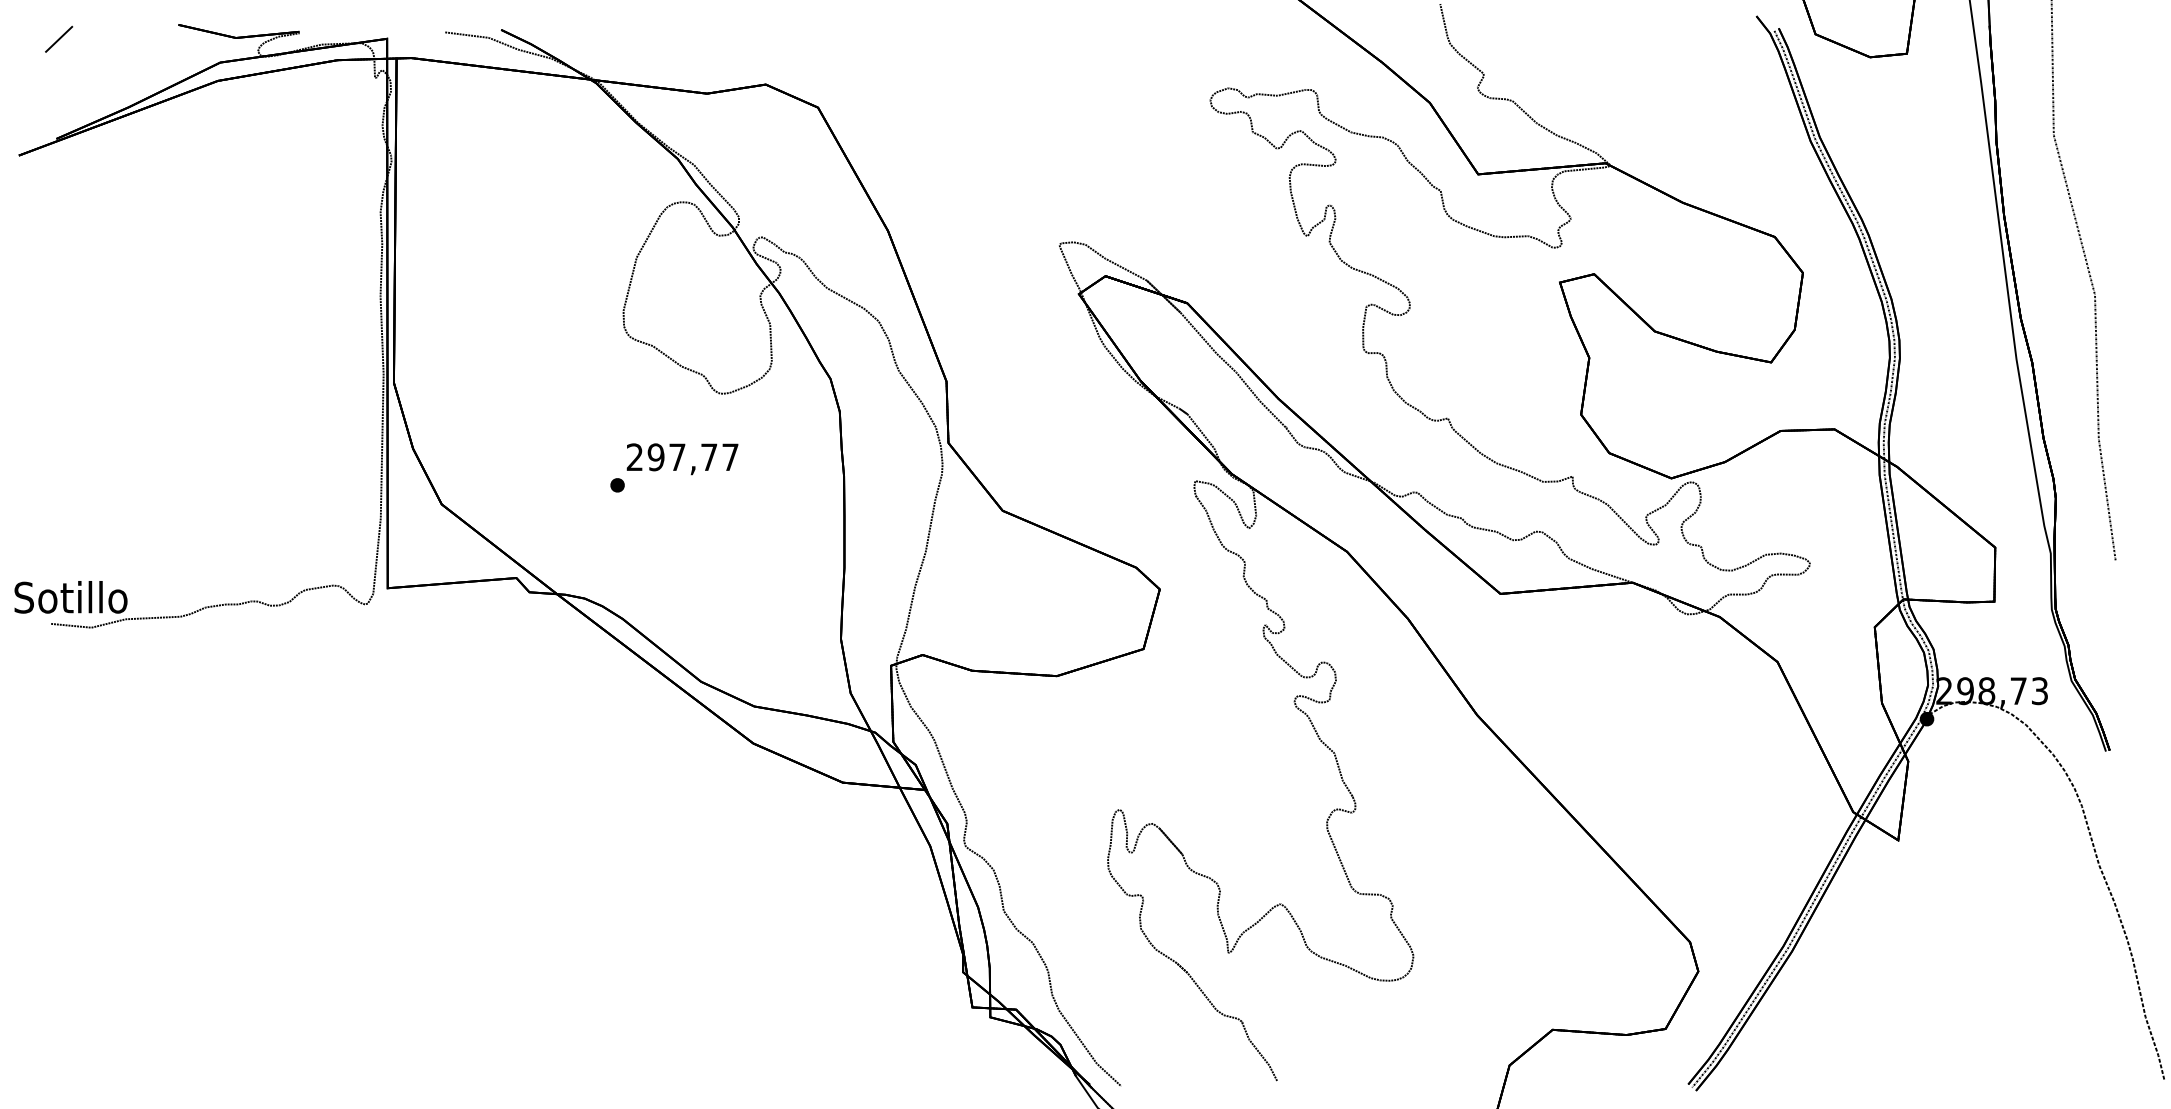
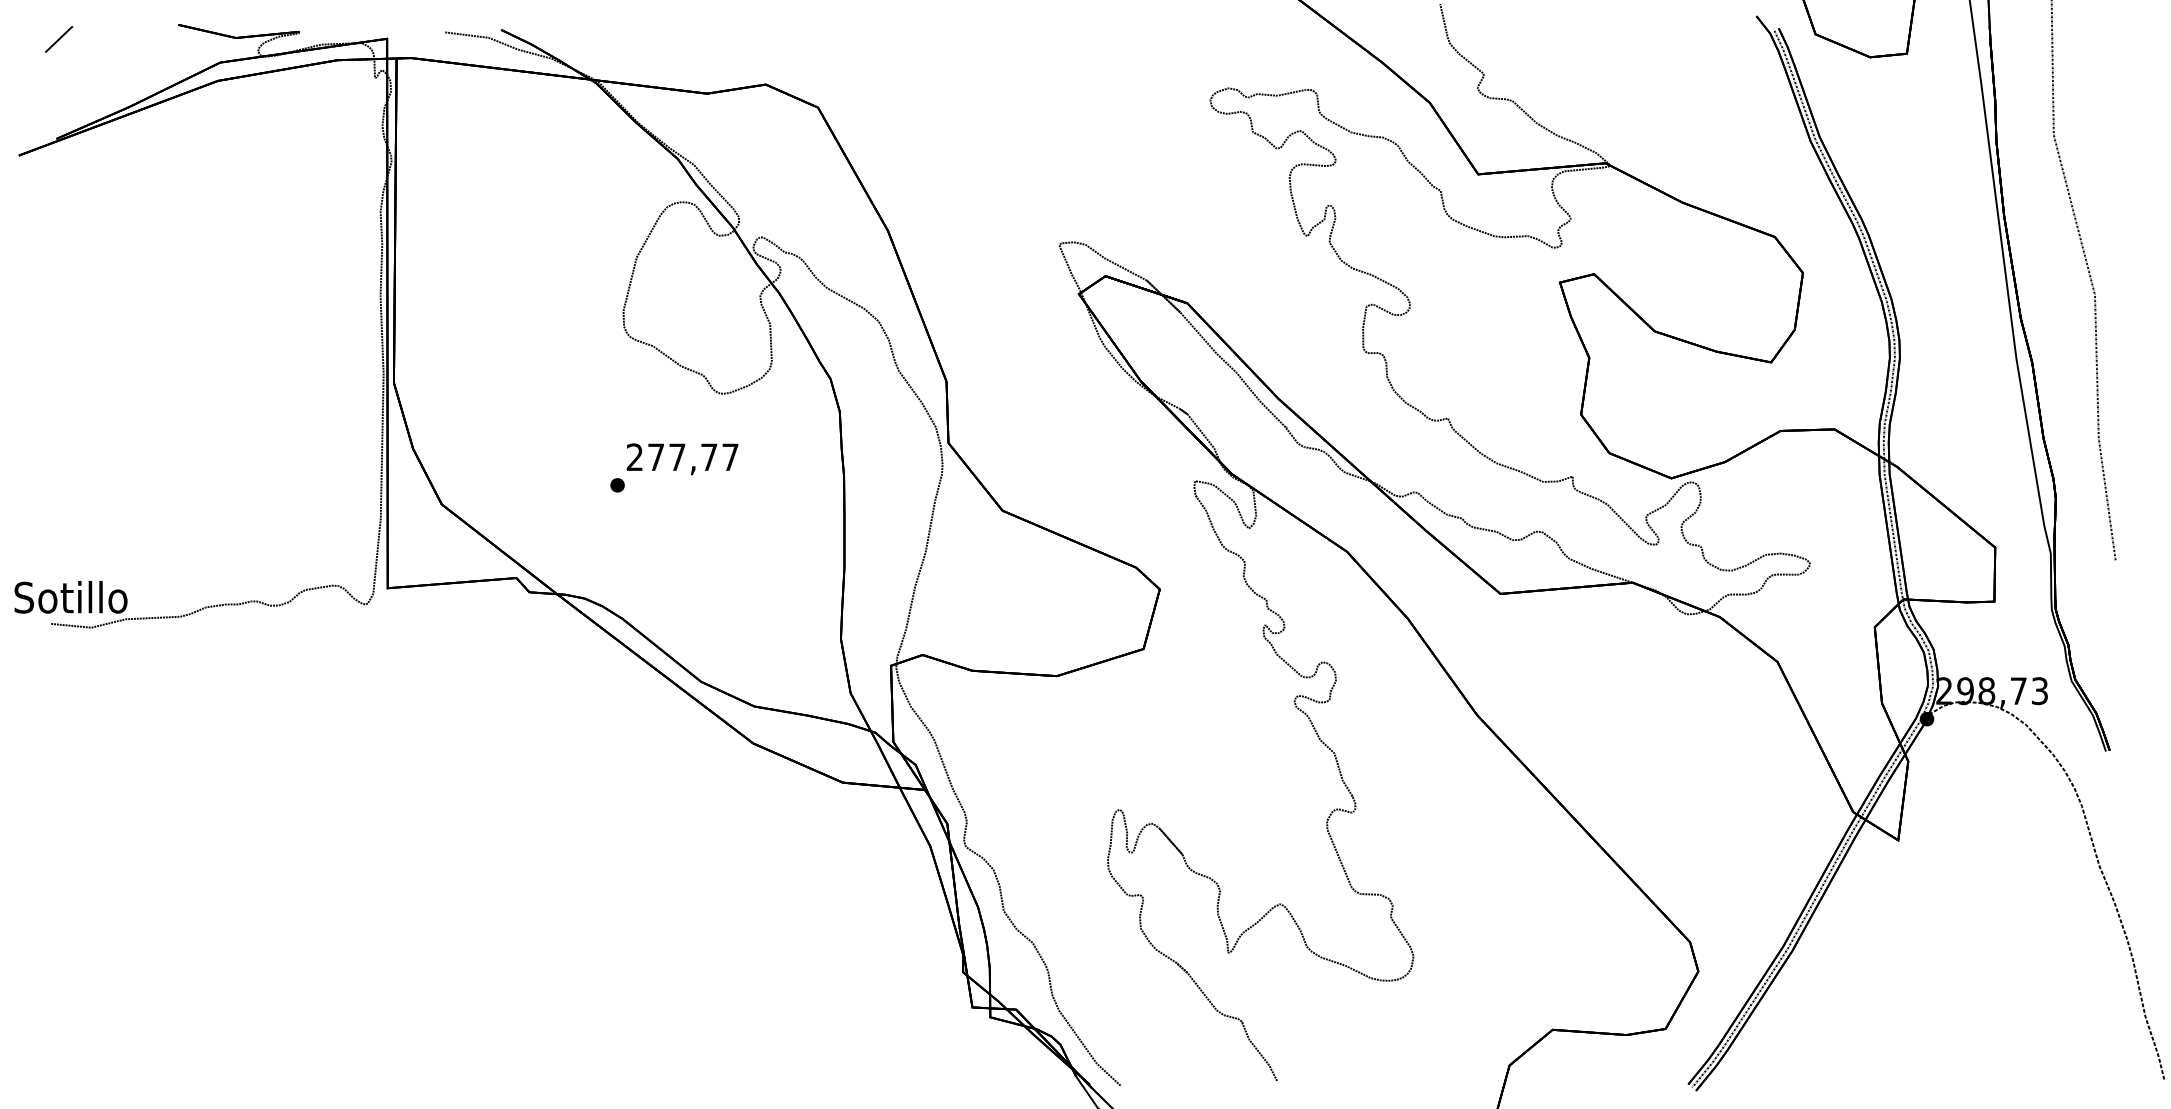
text at (655, 457): 297,77 -> 277,77
